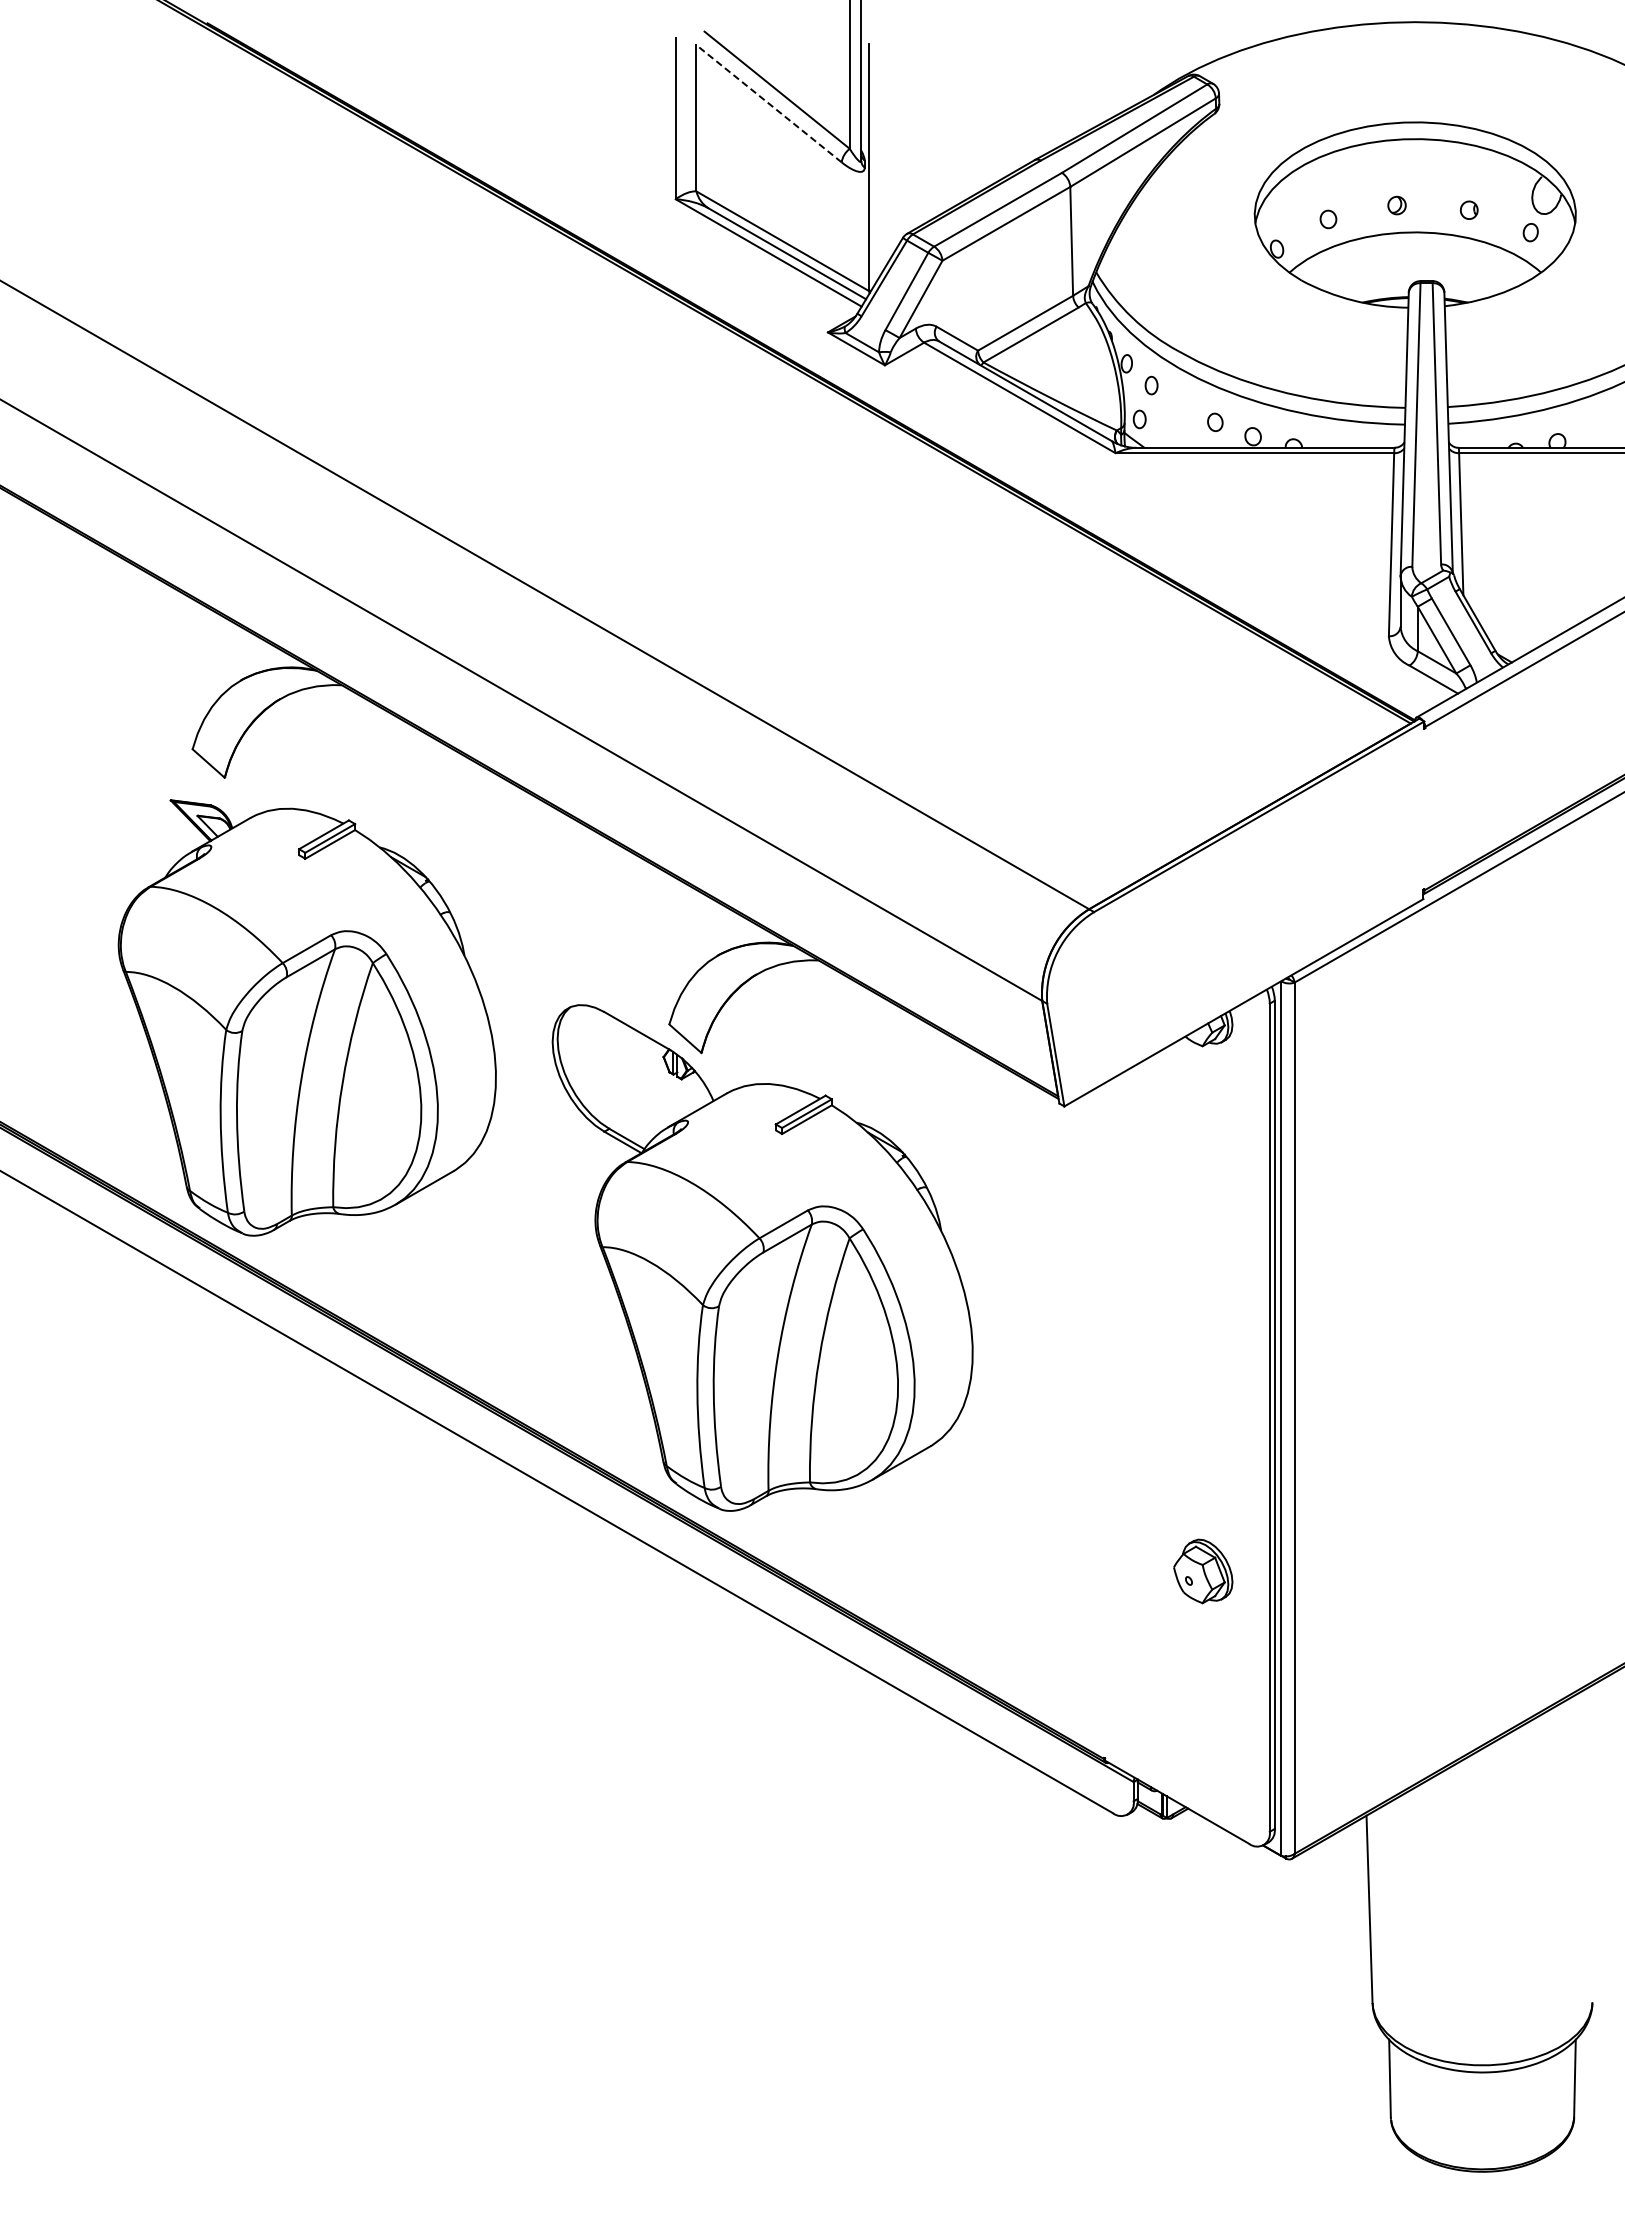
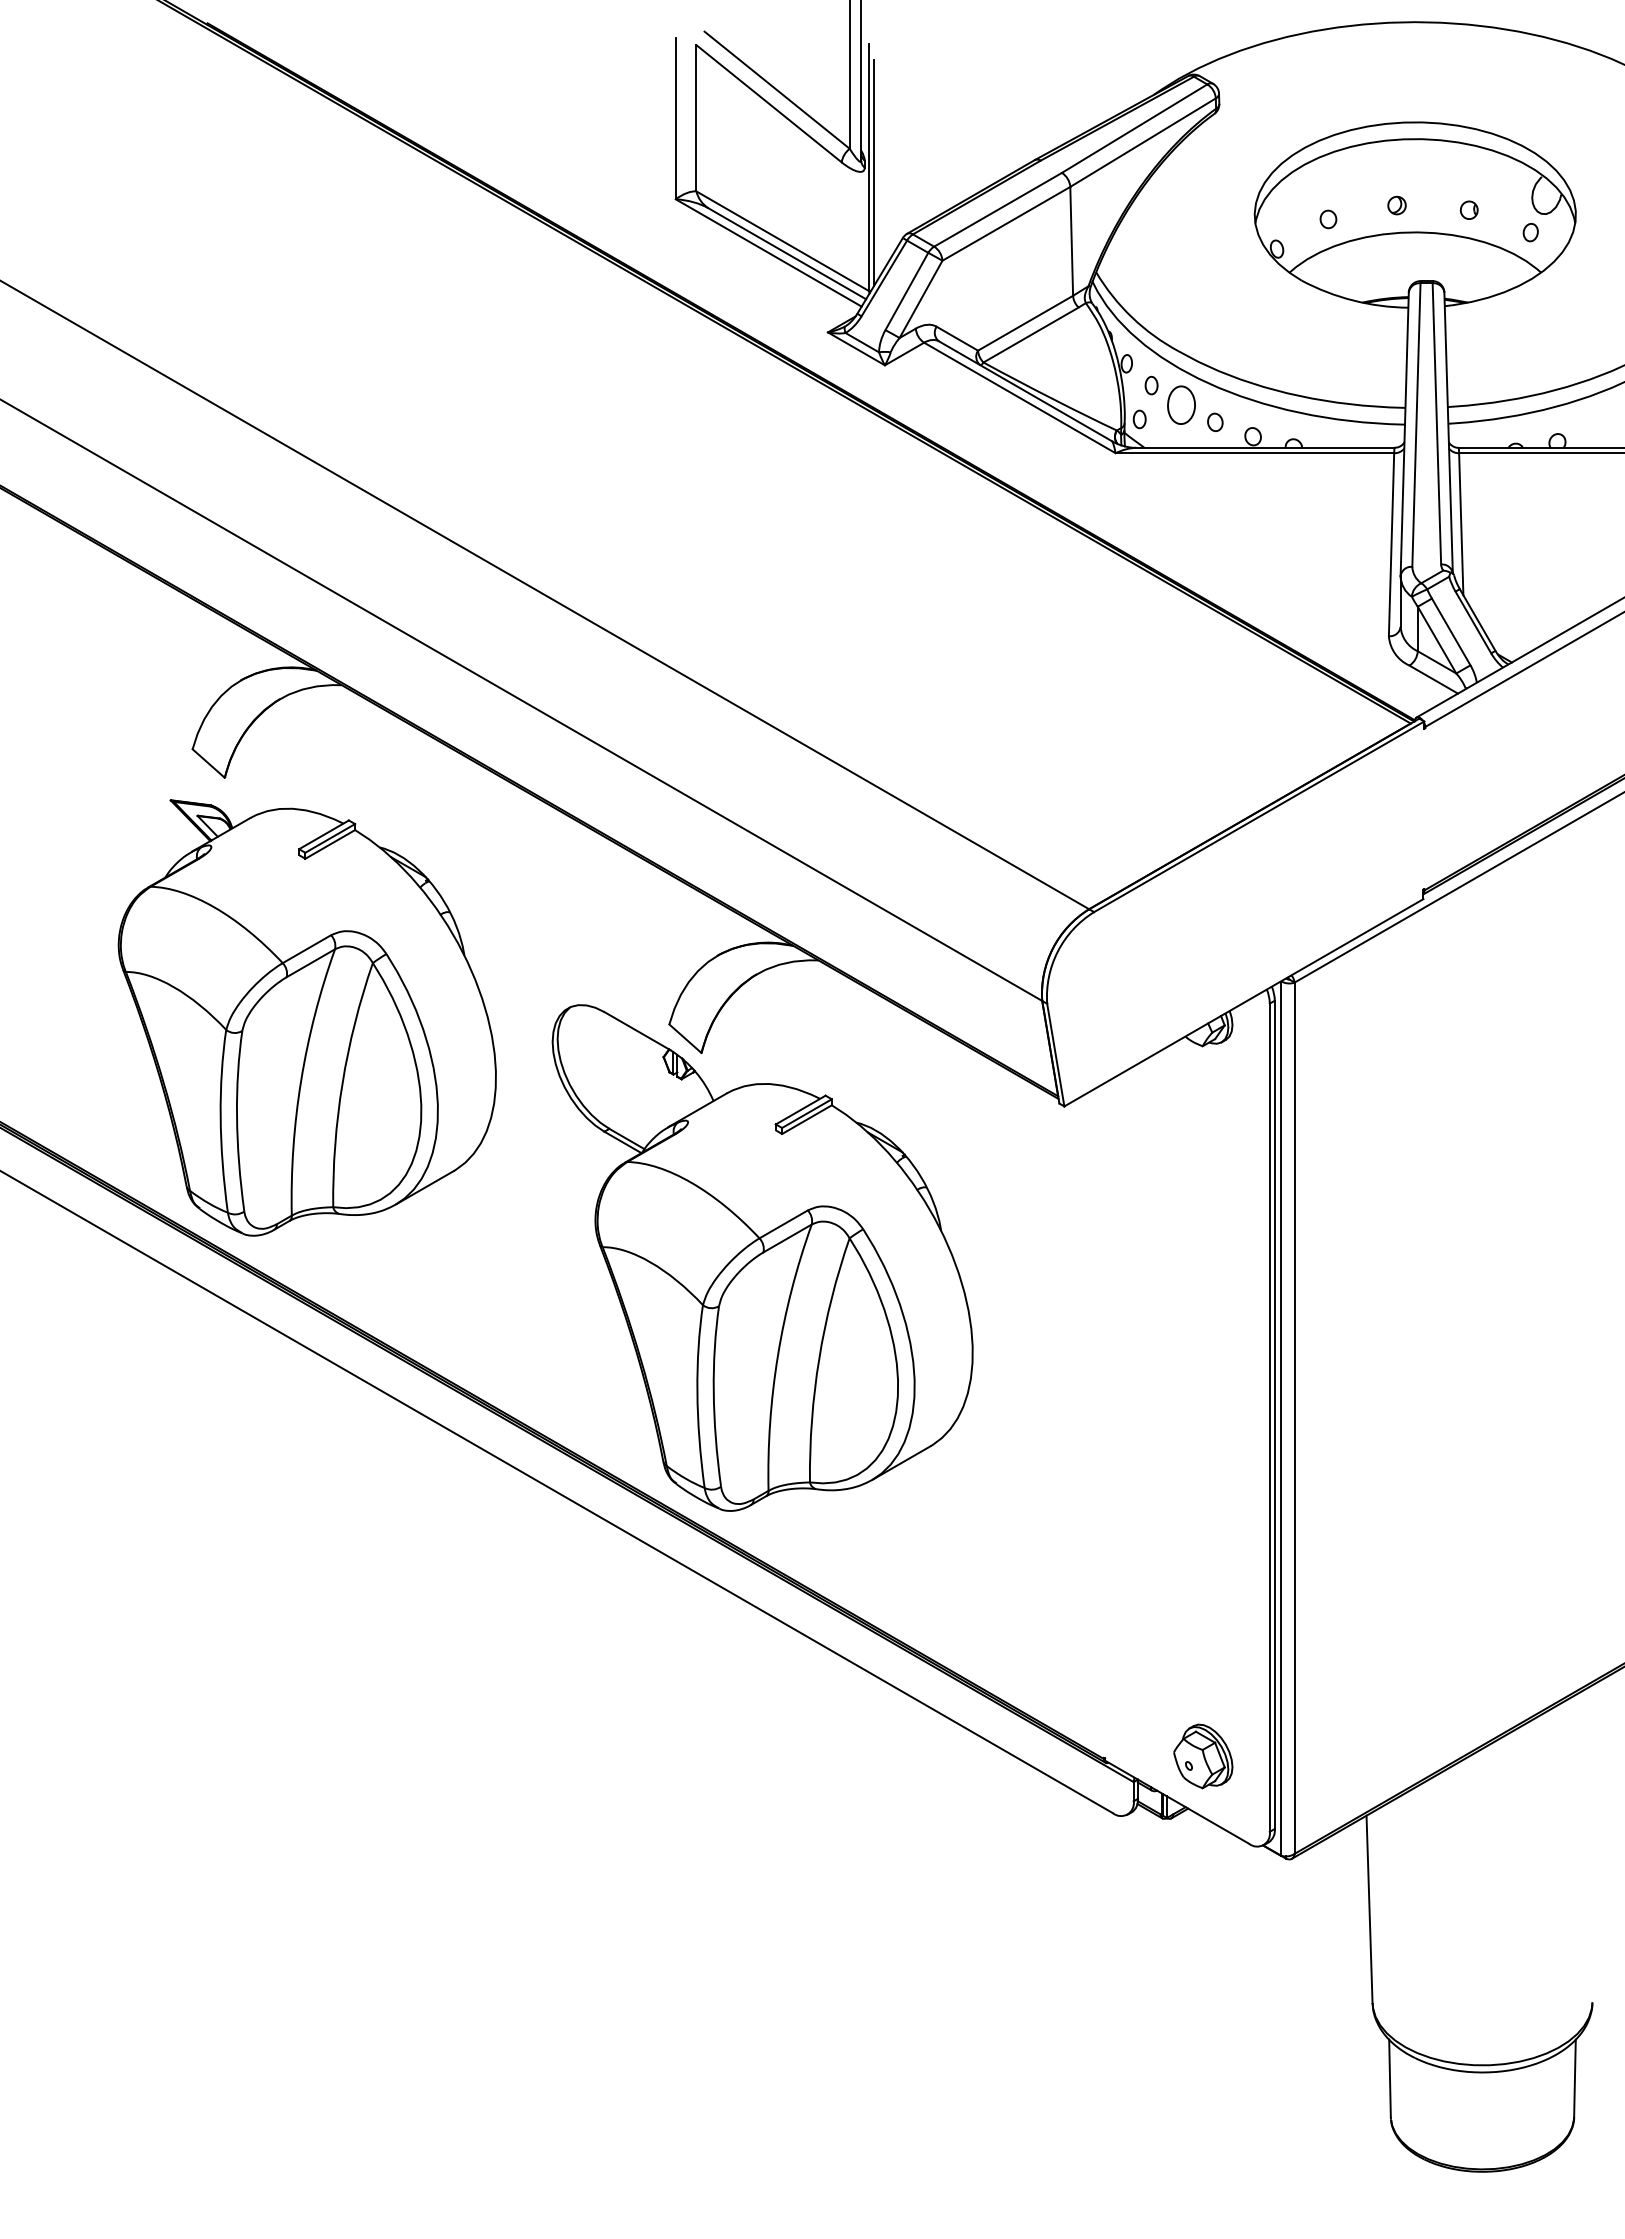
line at (768, 103): dashed -> solid
line at (874, 172): none -> present
part at (1181, 404): none -> present
part at (1203, 1571) position: (1203, 1571) -> (1203, 1756)
